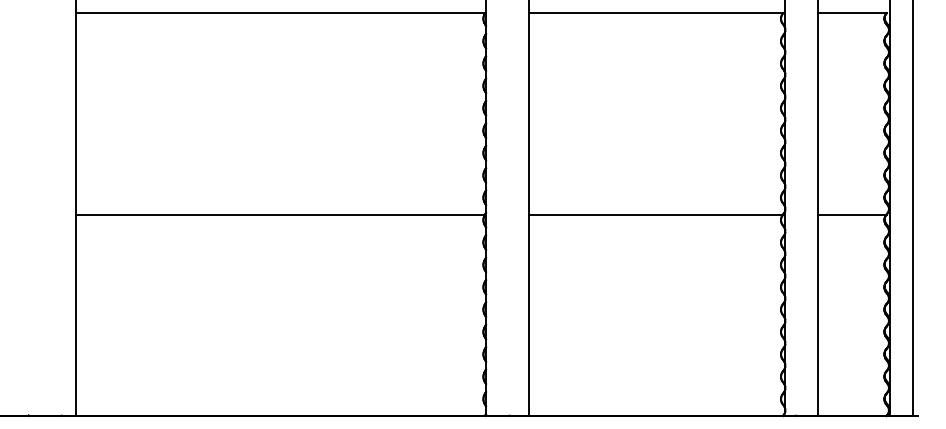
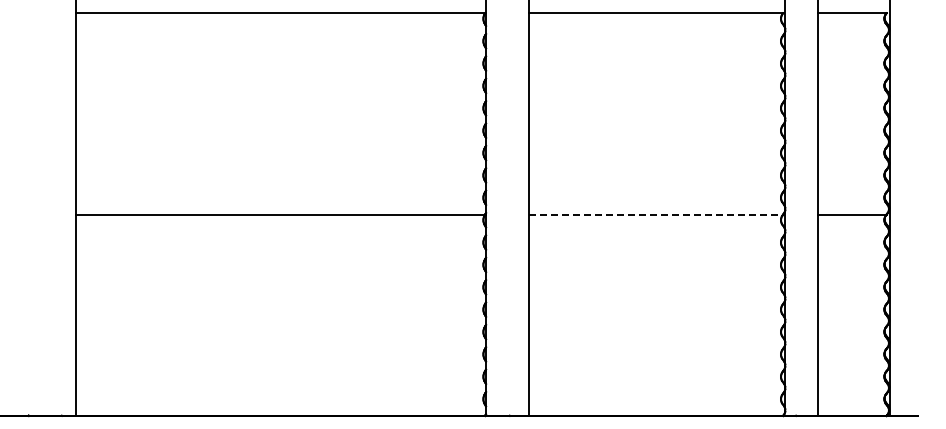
line at (913, 208): present -> none
line at (656, 214): solid -> dashed
